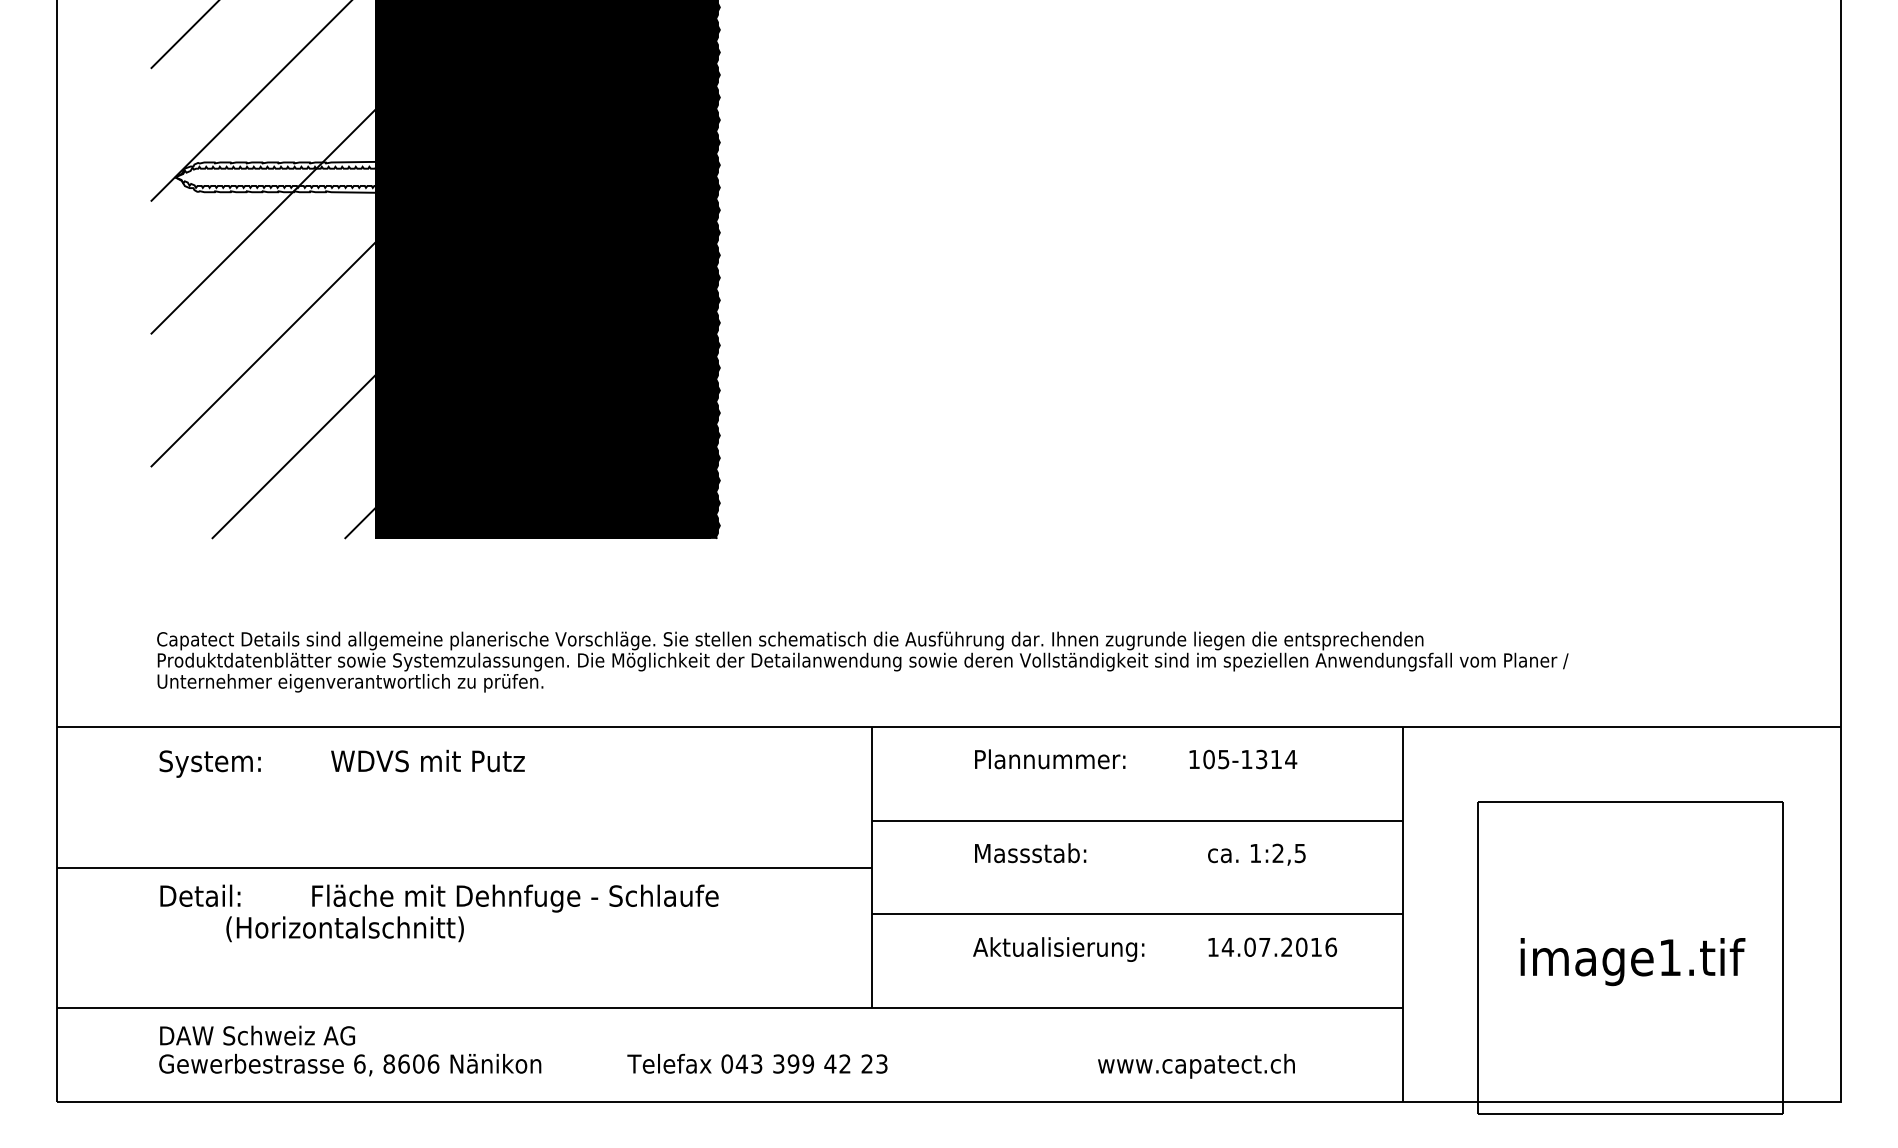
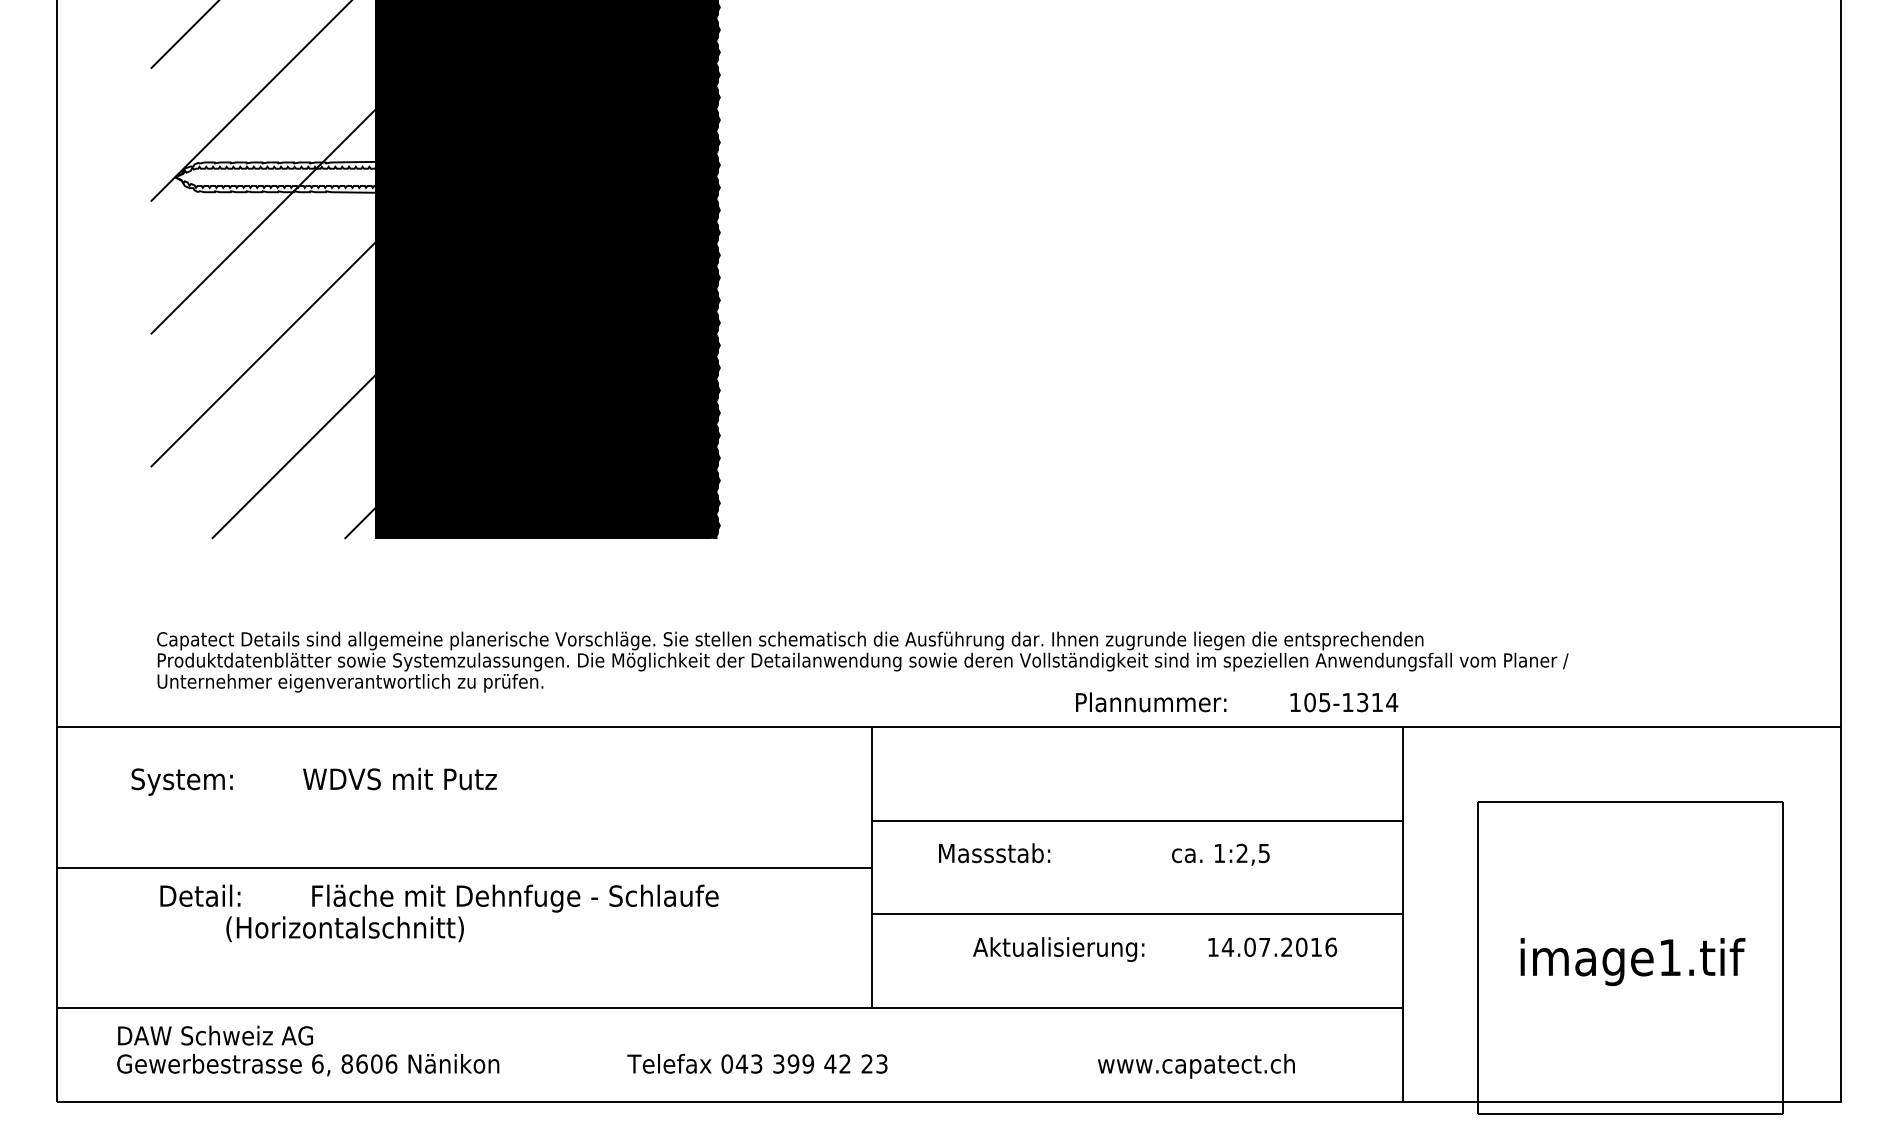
text at (1136, 759) position: (1136, 759) -> (1237, 702)
text at (341, 763) position: (341, 763) -> (313, 781)
text at (1140, 854) position: (1140, 854) -> (1104, 854)
text at (350, 1050) position: (350, 1050) -> (308, 1050)
